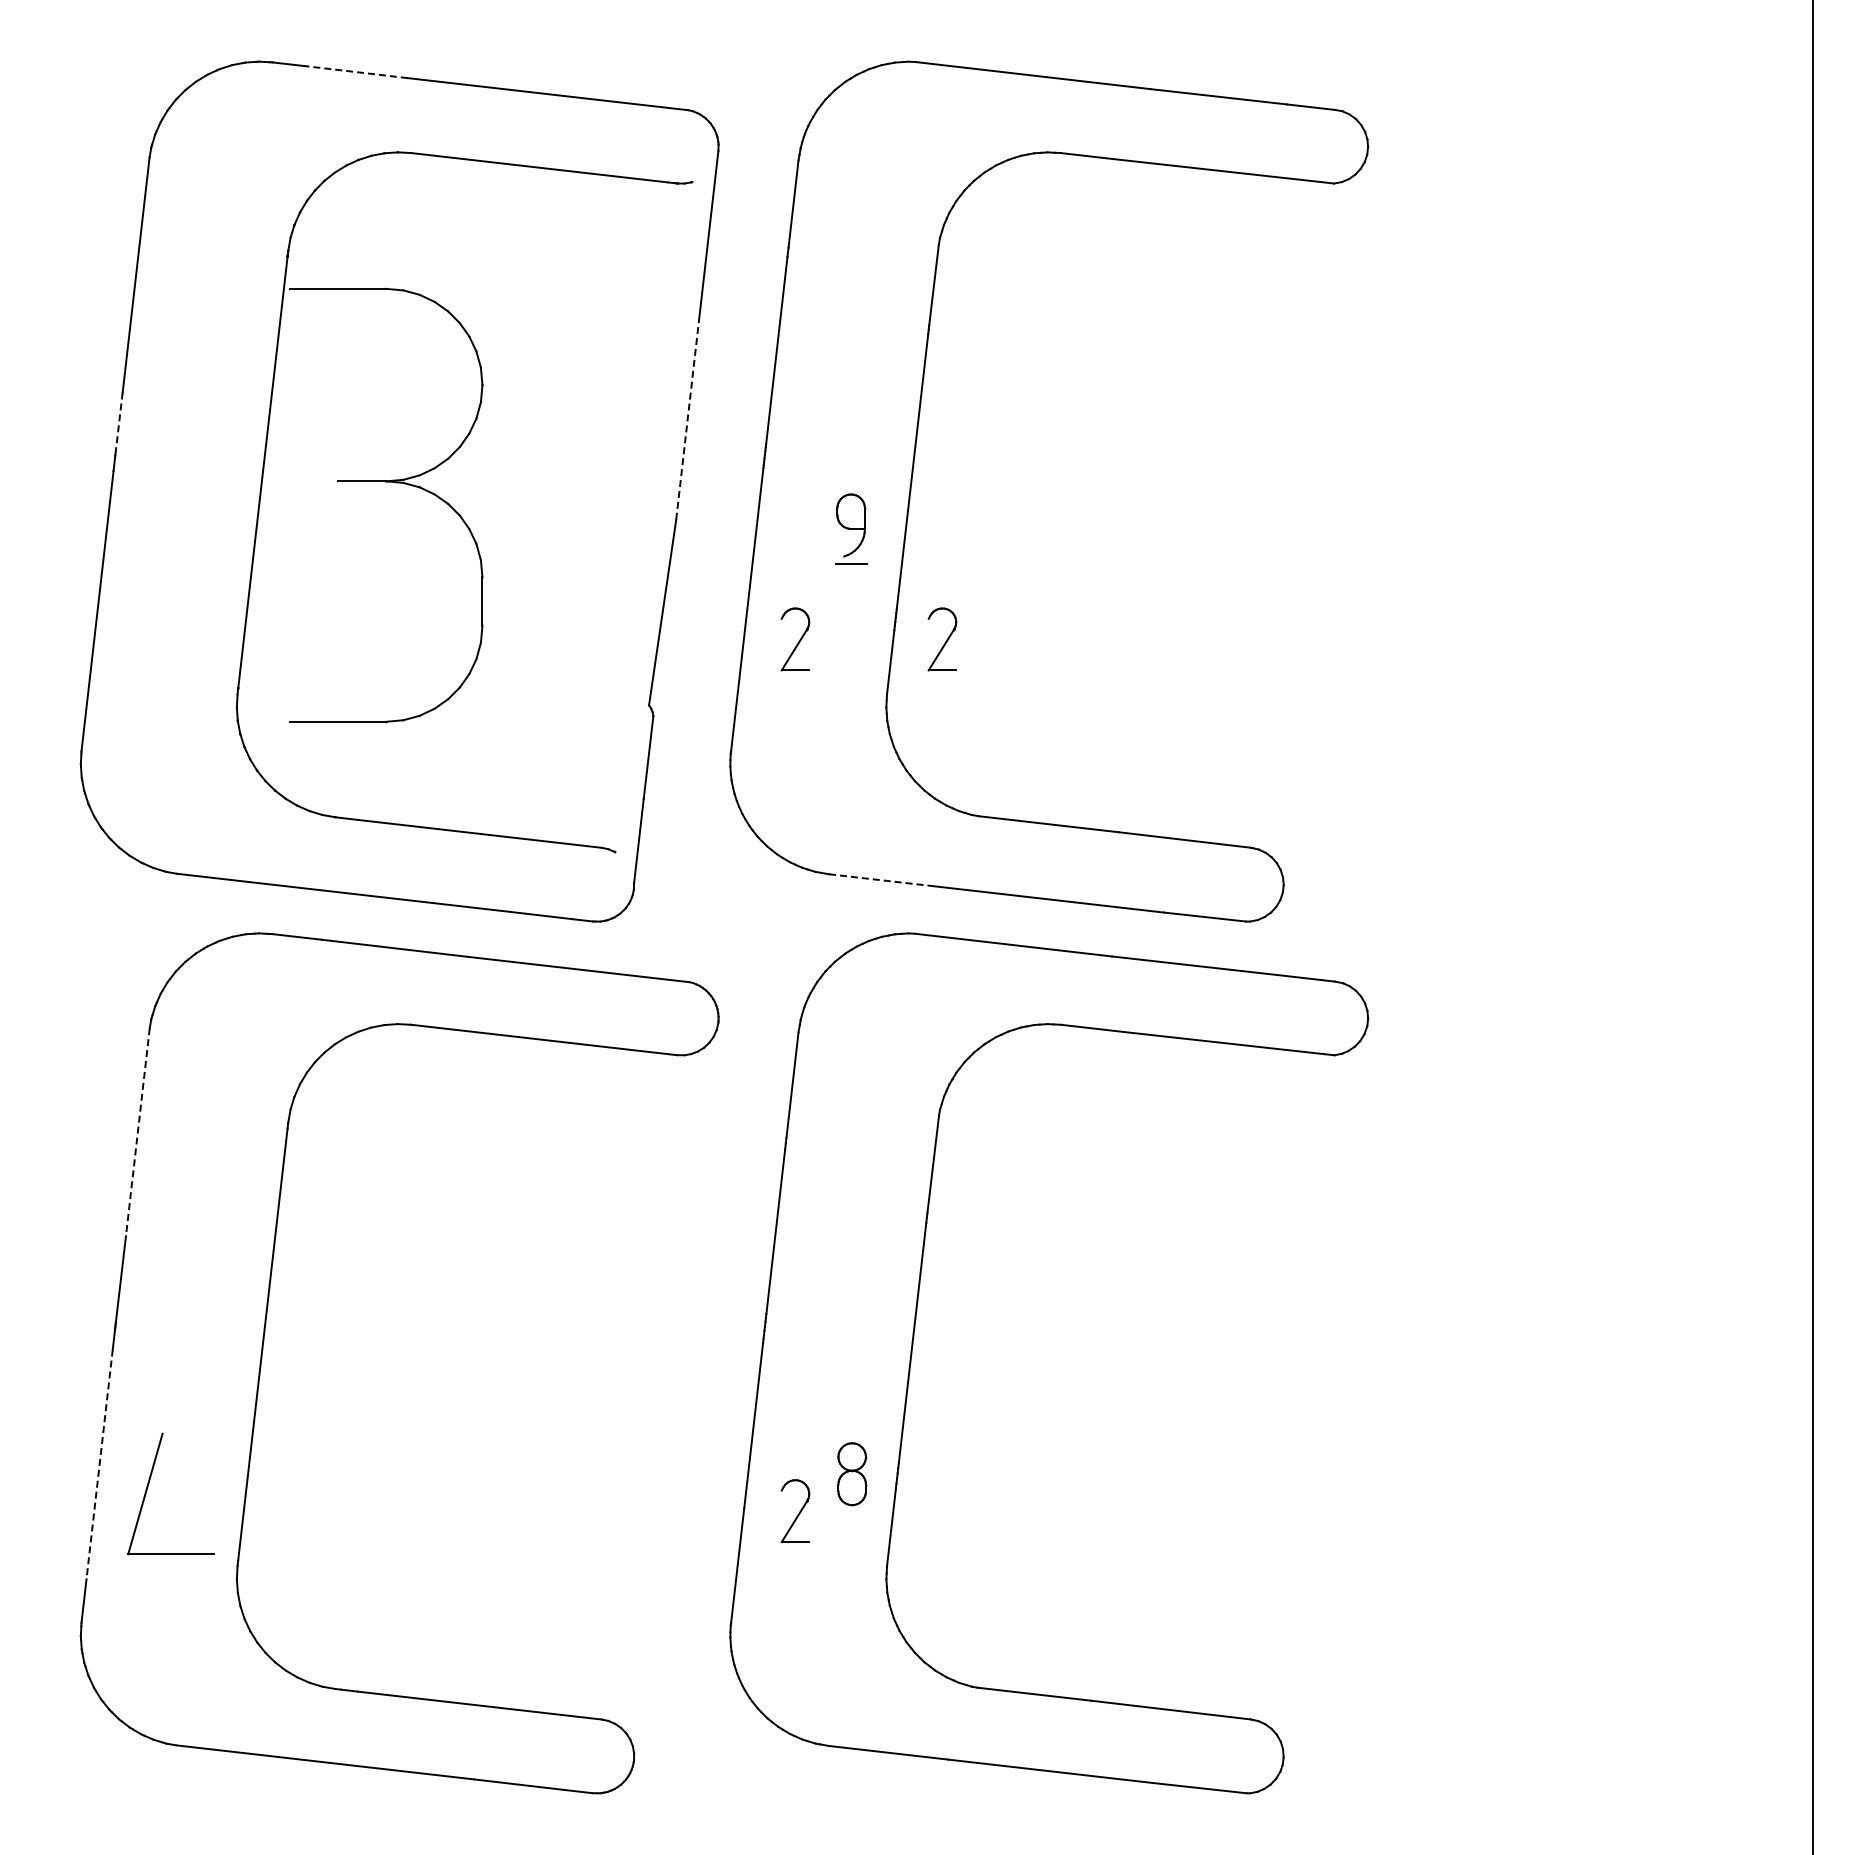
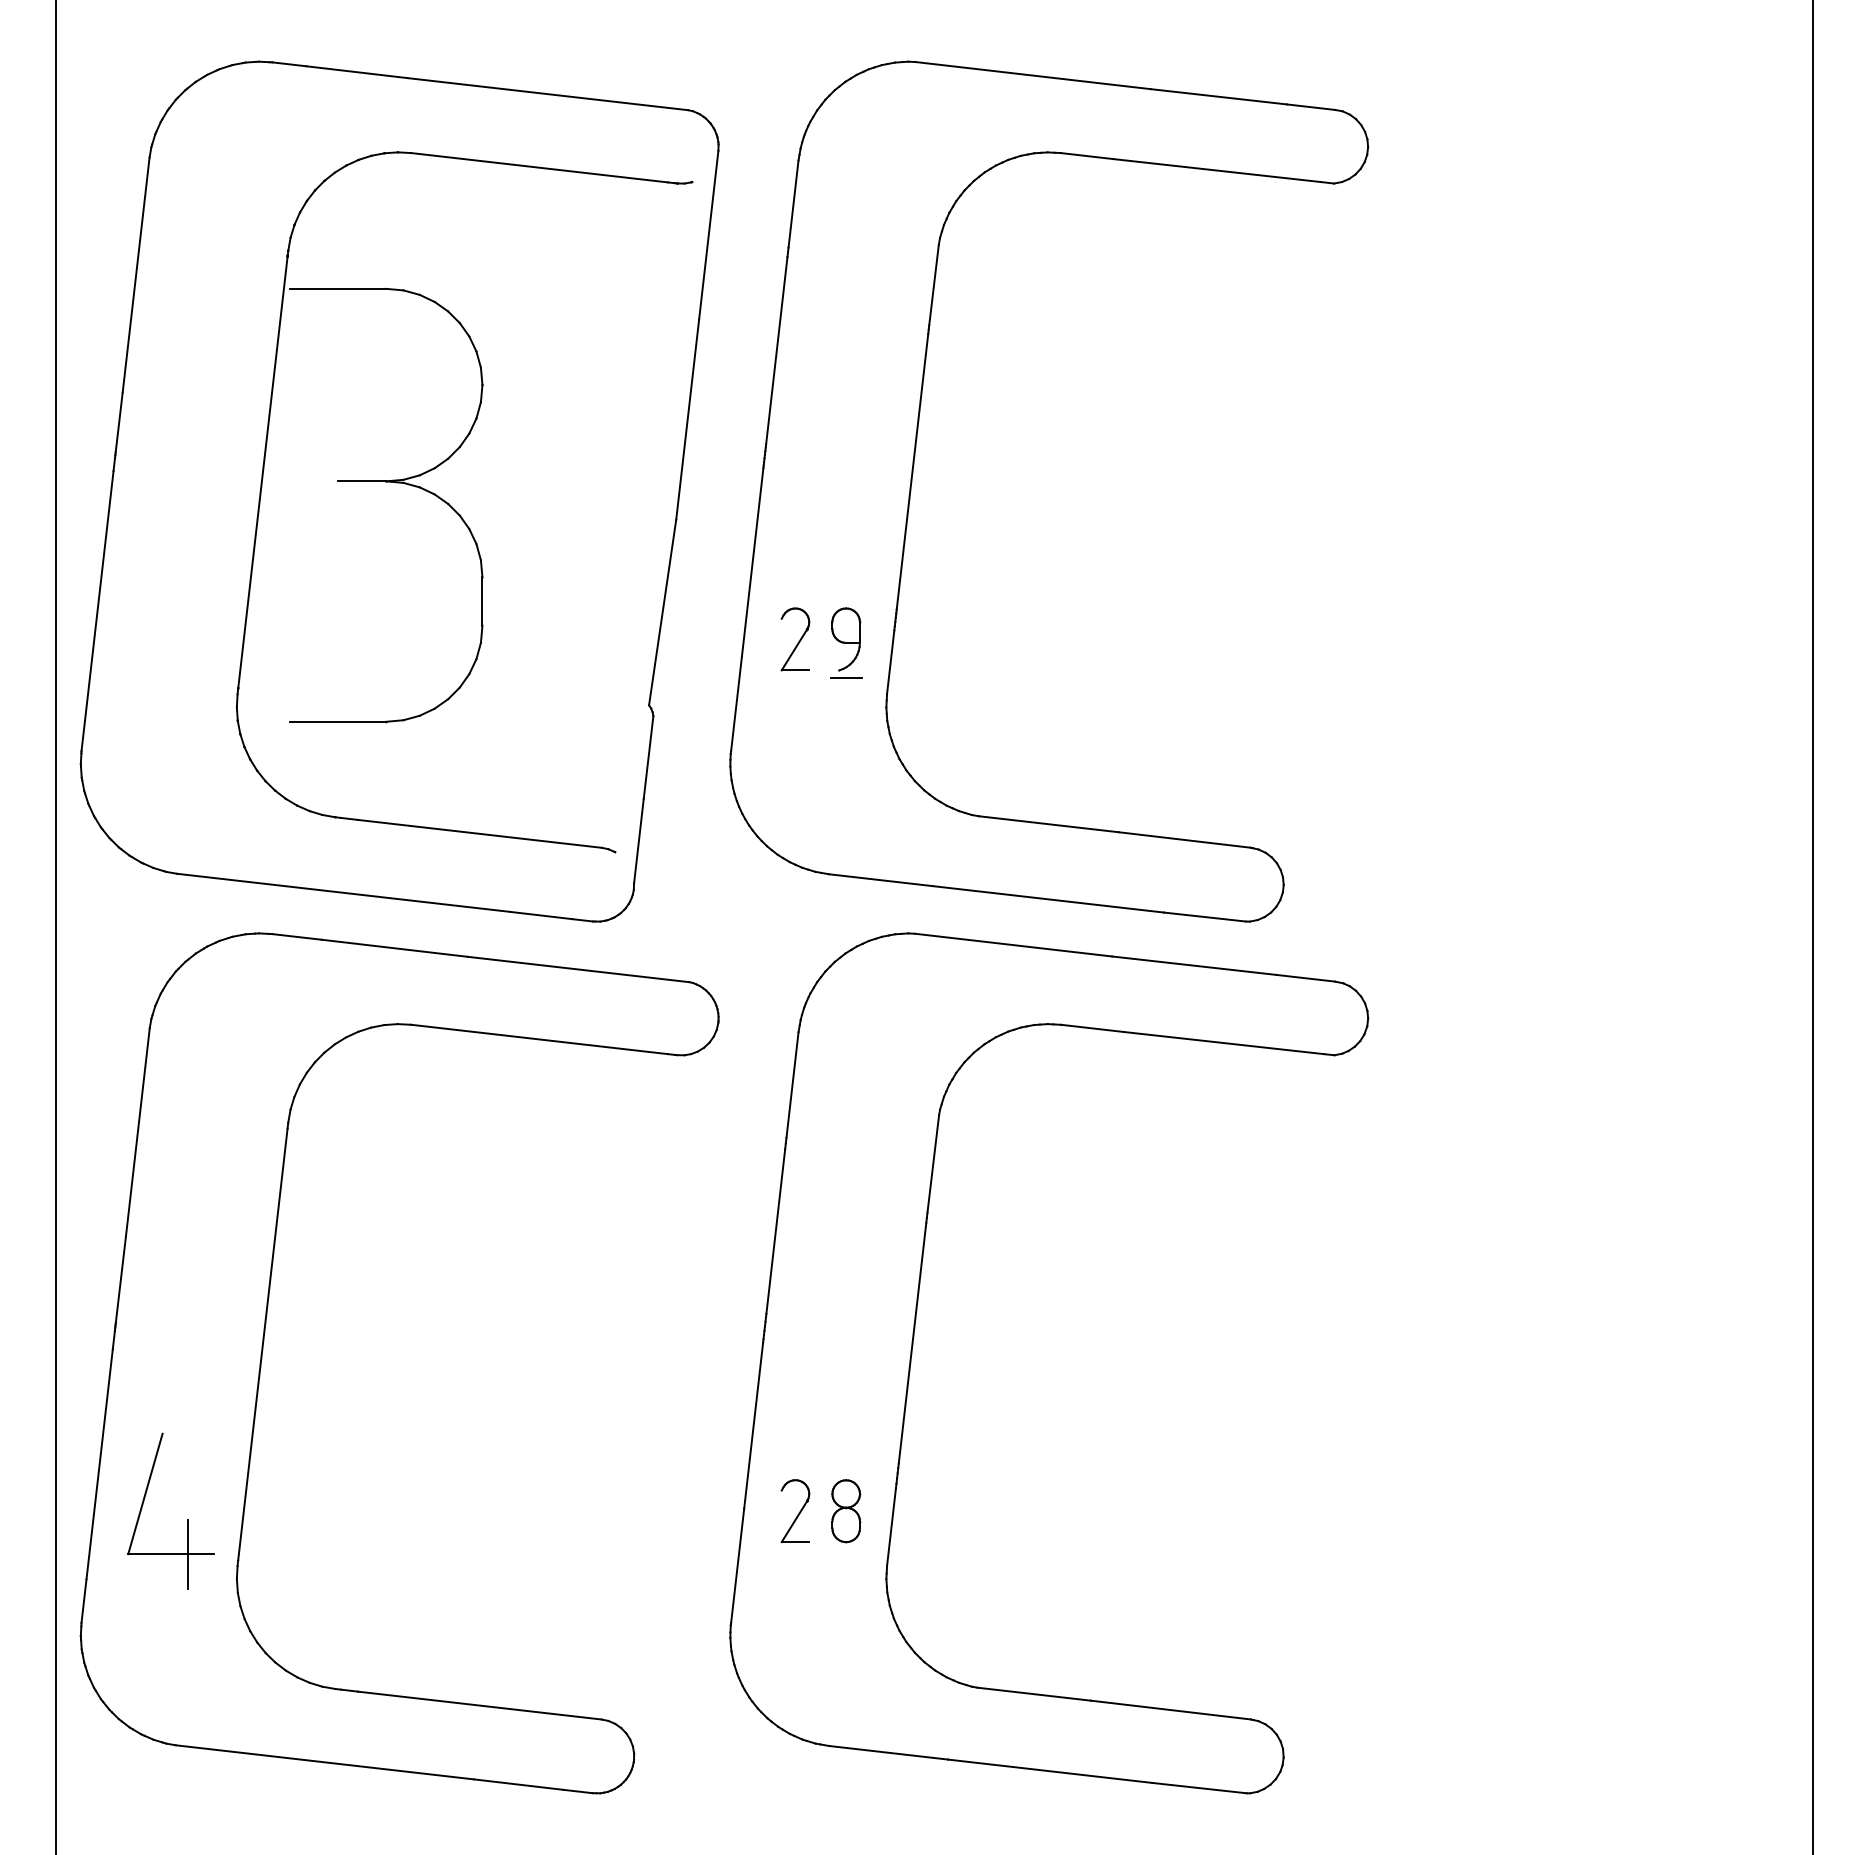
line at (357, 72): dashed -> solid
line at (687, 419): dashed -> solid
line at (119, 423): dashed -> solid
part at (851, 528) position: (851, 528) -> (846, 642)
part at (942, 639): present -> none
line at (881, 880): dashed -> solid
line at (56, 926): none -> present
line at (137, 1132): dashed -> solid
line at (99, 1464): dashed -> solid
part at (852, 1474) position: (852, 1474) -> (846, 1511)
line at (188, 1553): none -> present
